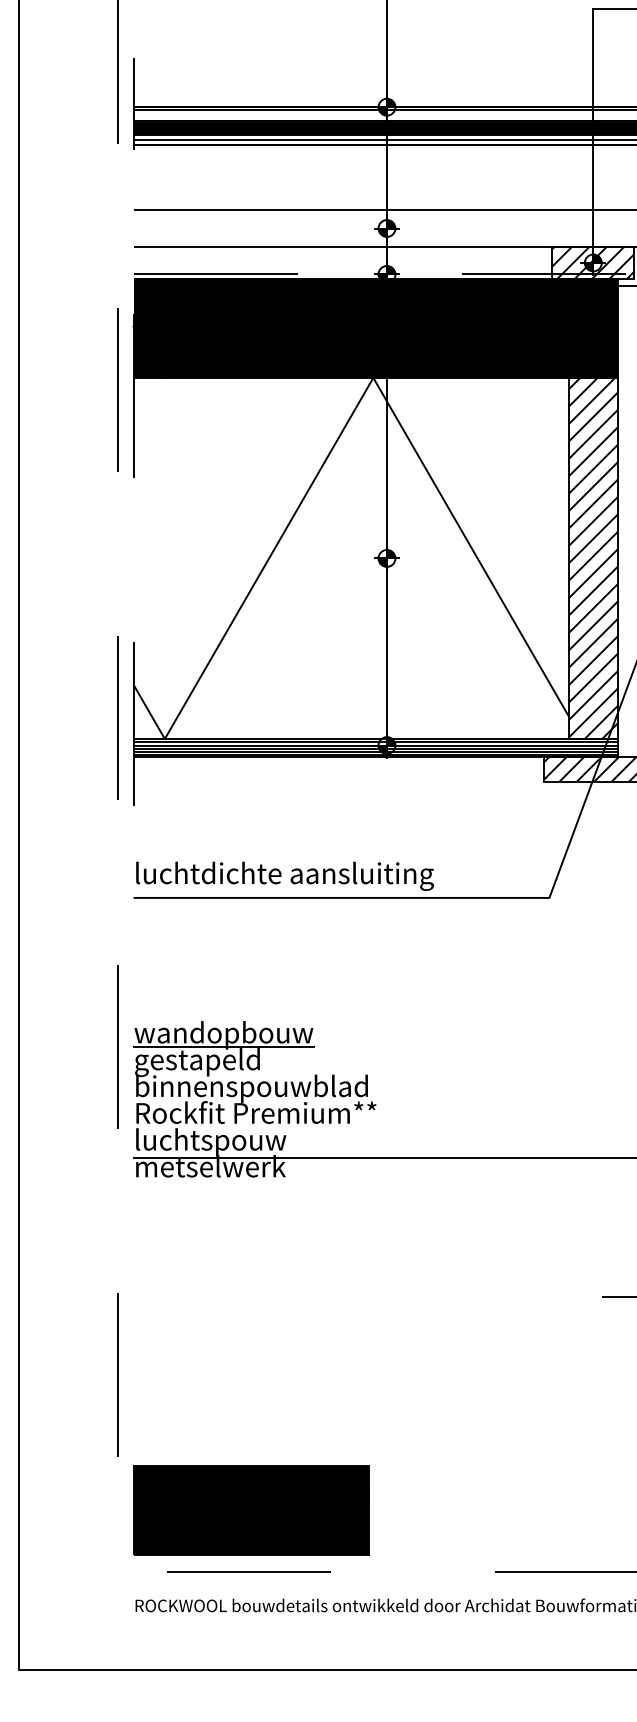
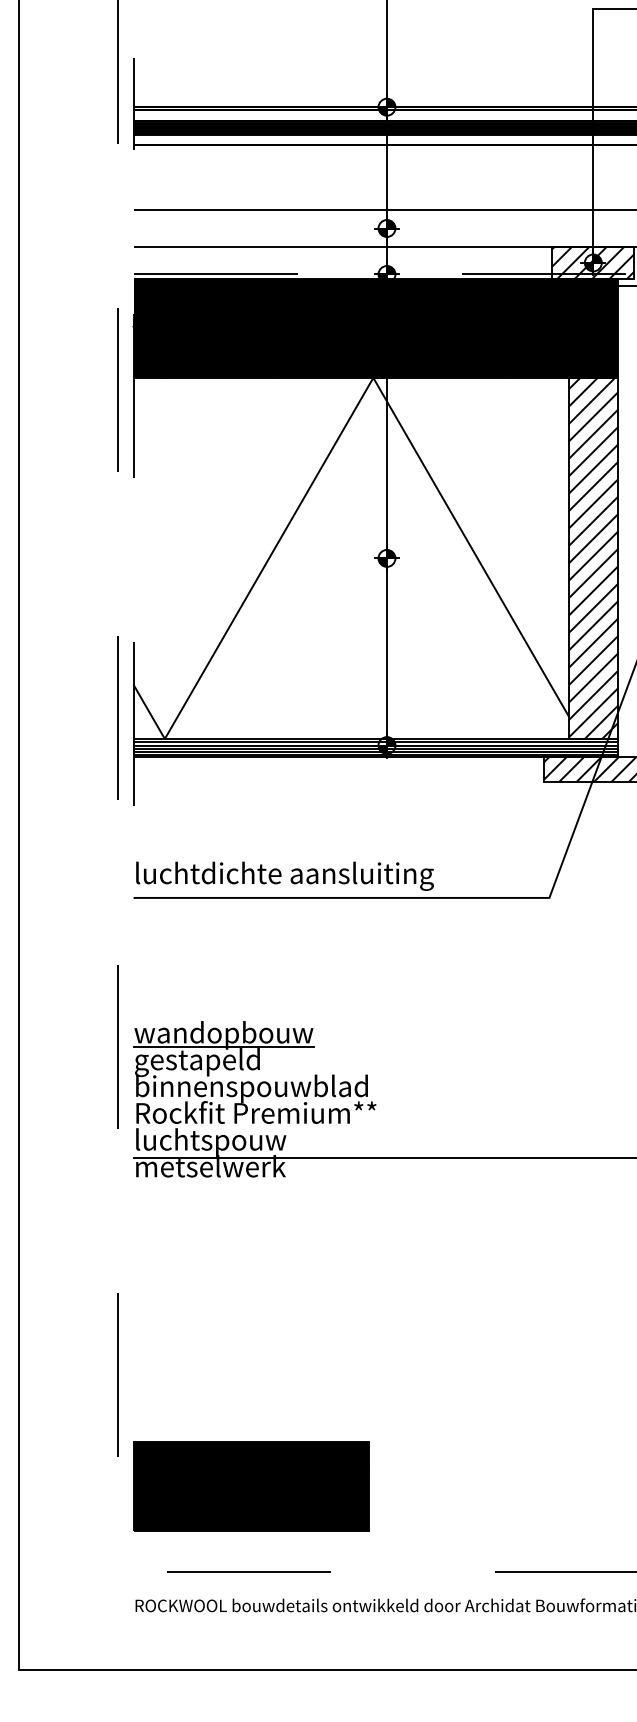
line at (383, 139): present -> none
line at (617, 1297): present -> none
part at (251, 1510) position: (251, 1510) -> (251, 1486)
